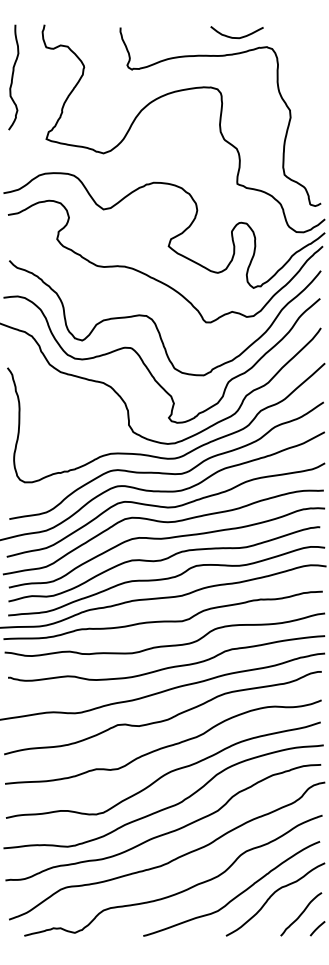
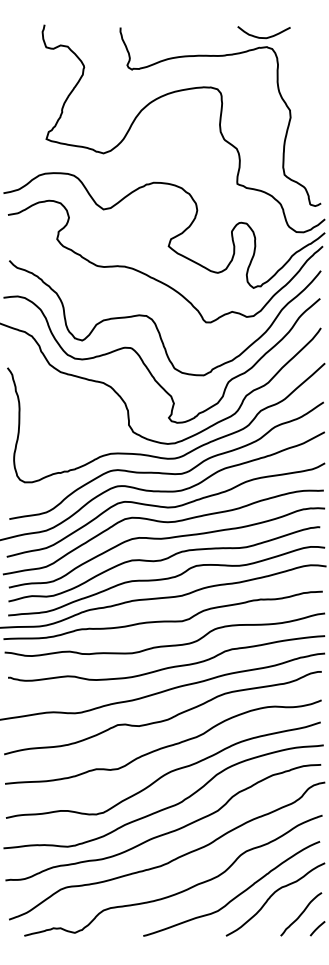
curve at (236, 37) position: (236, 37) -> (263, 37)
curve at (13, 77): present -> none
